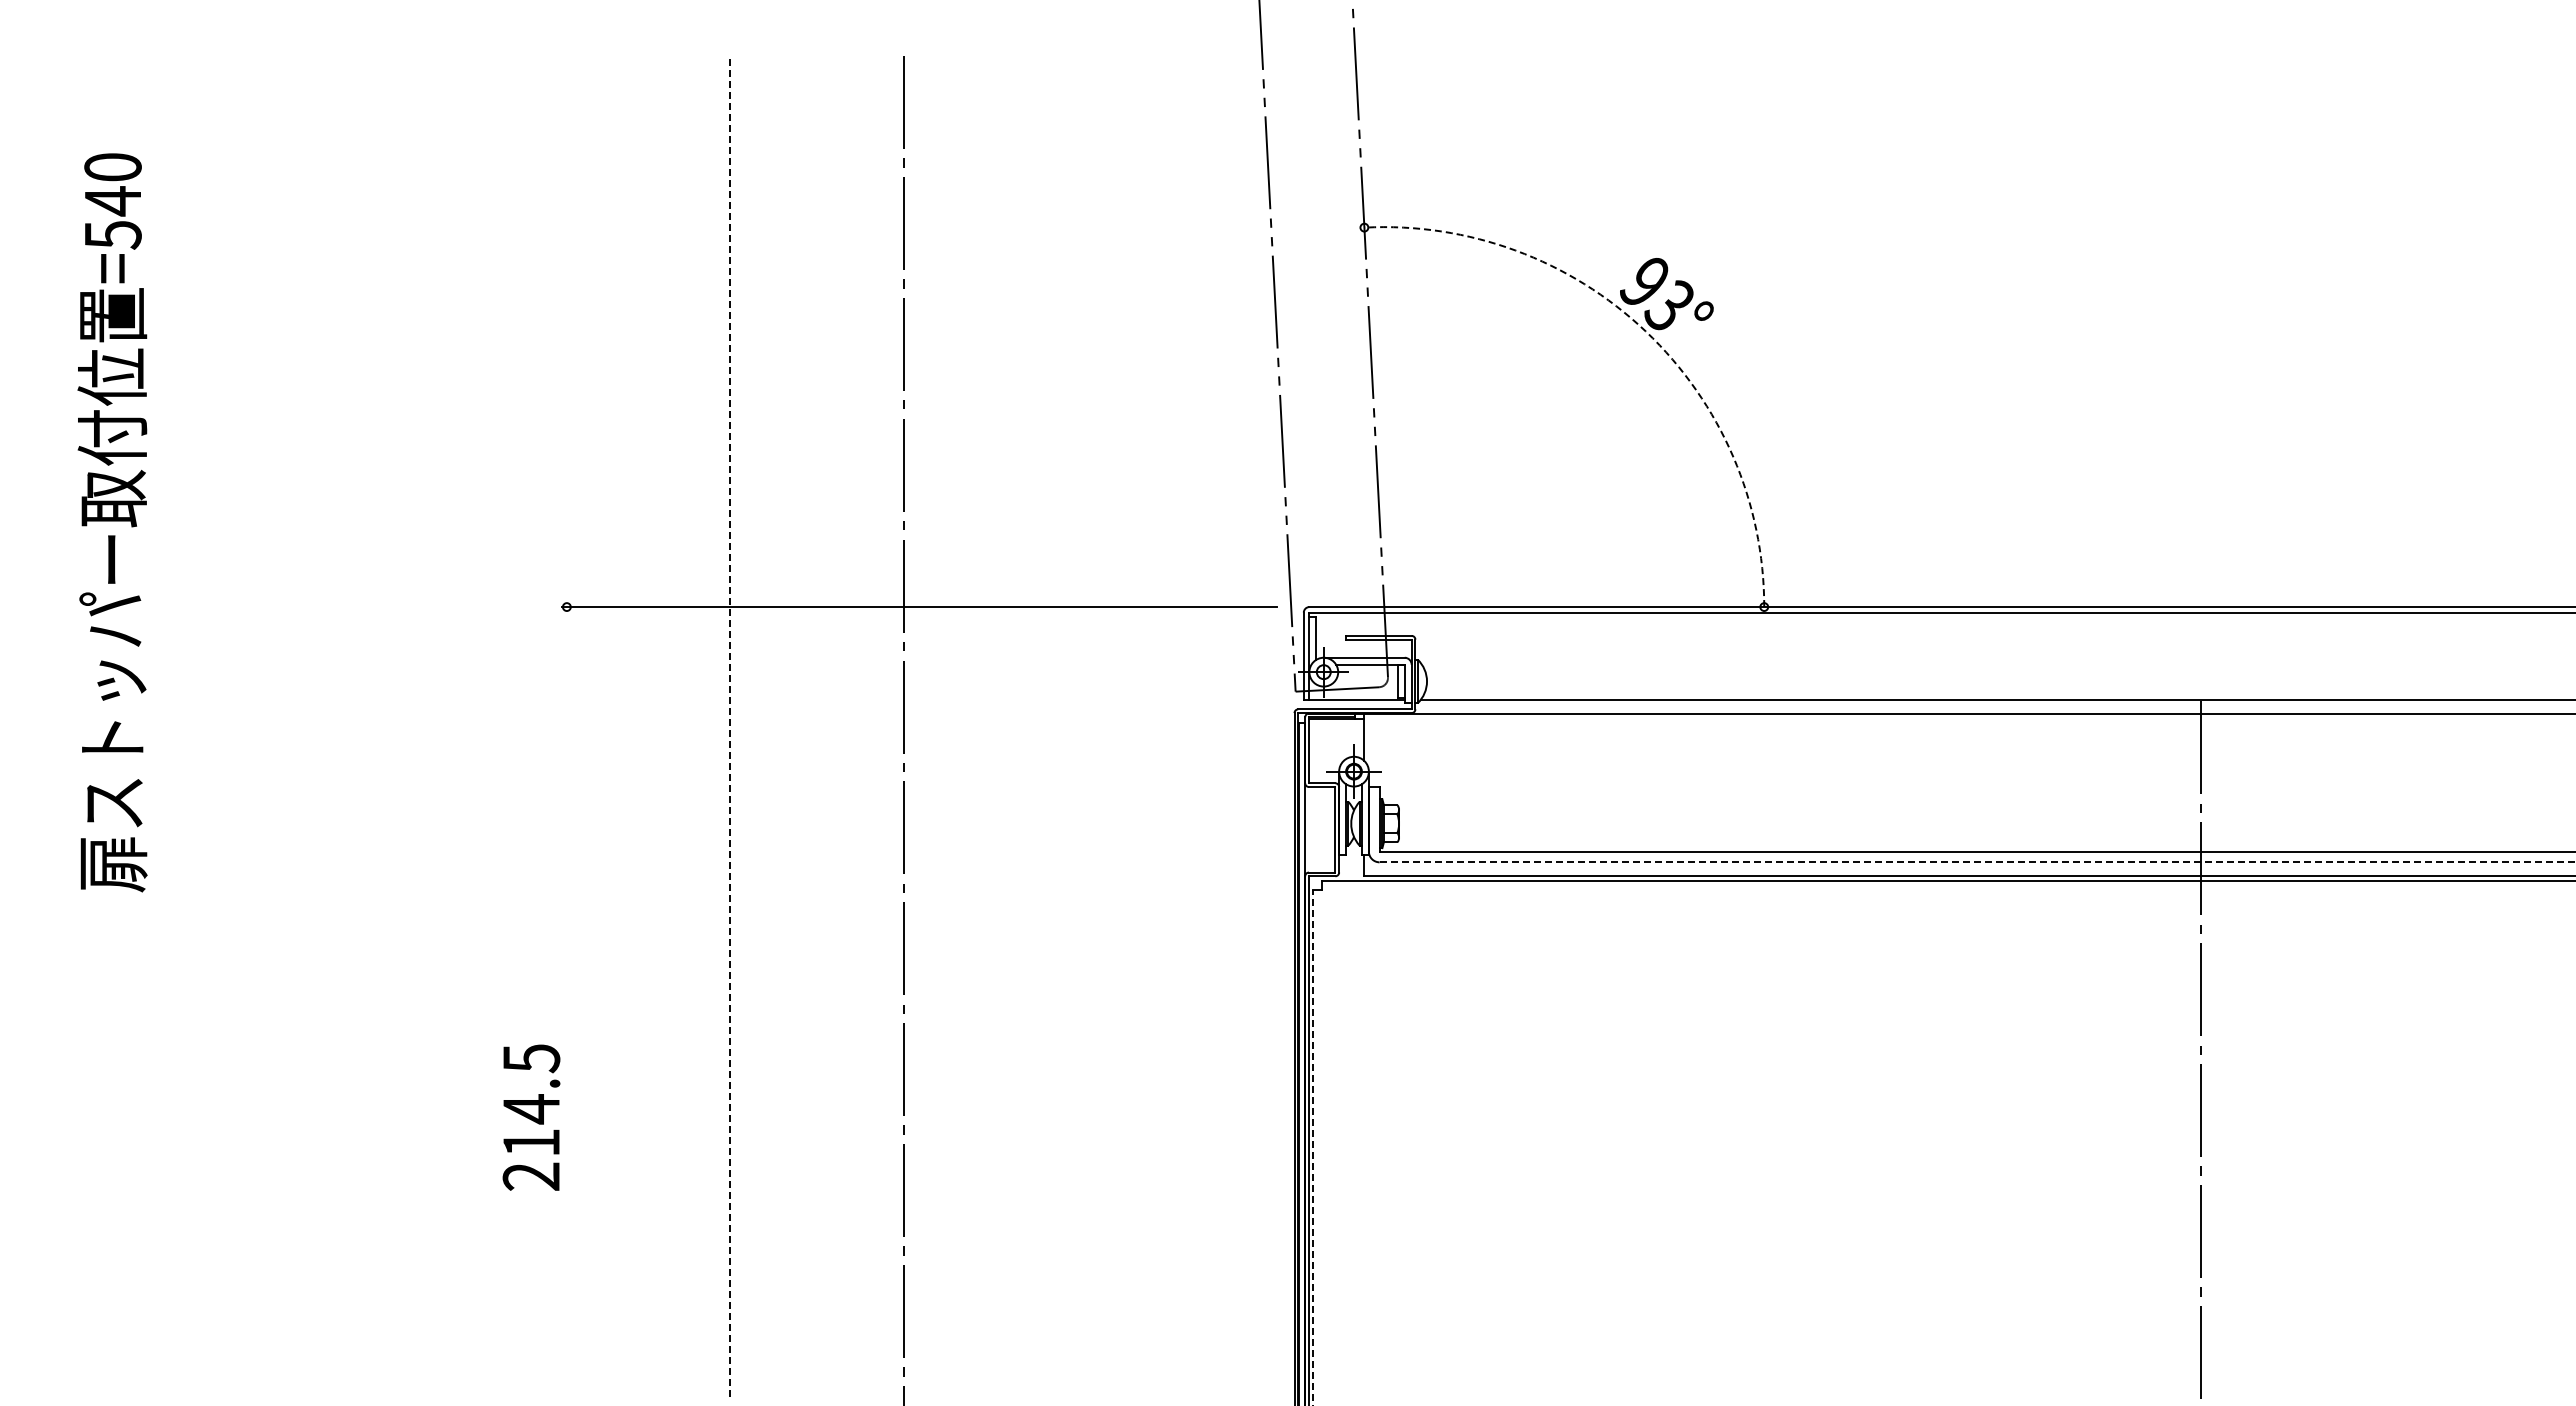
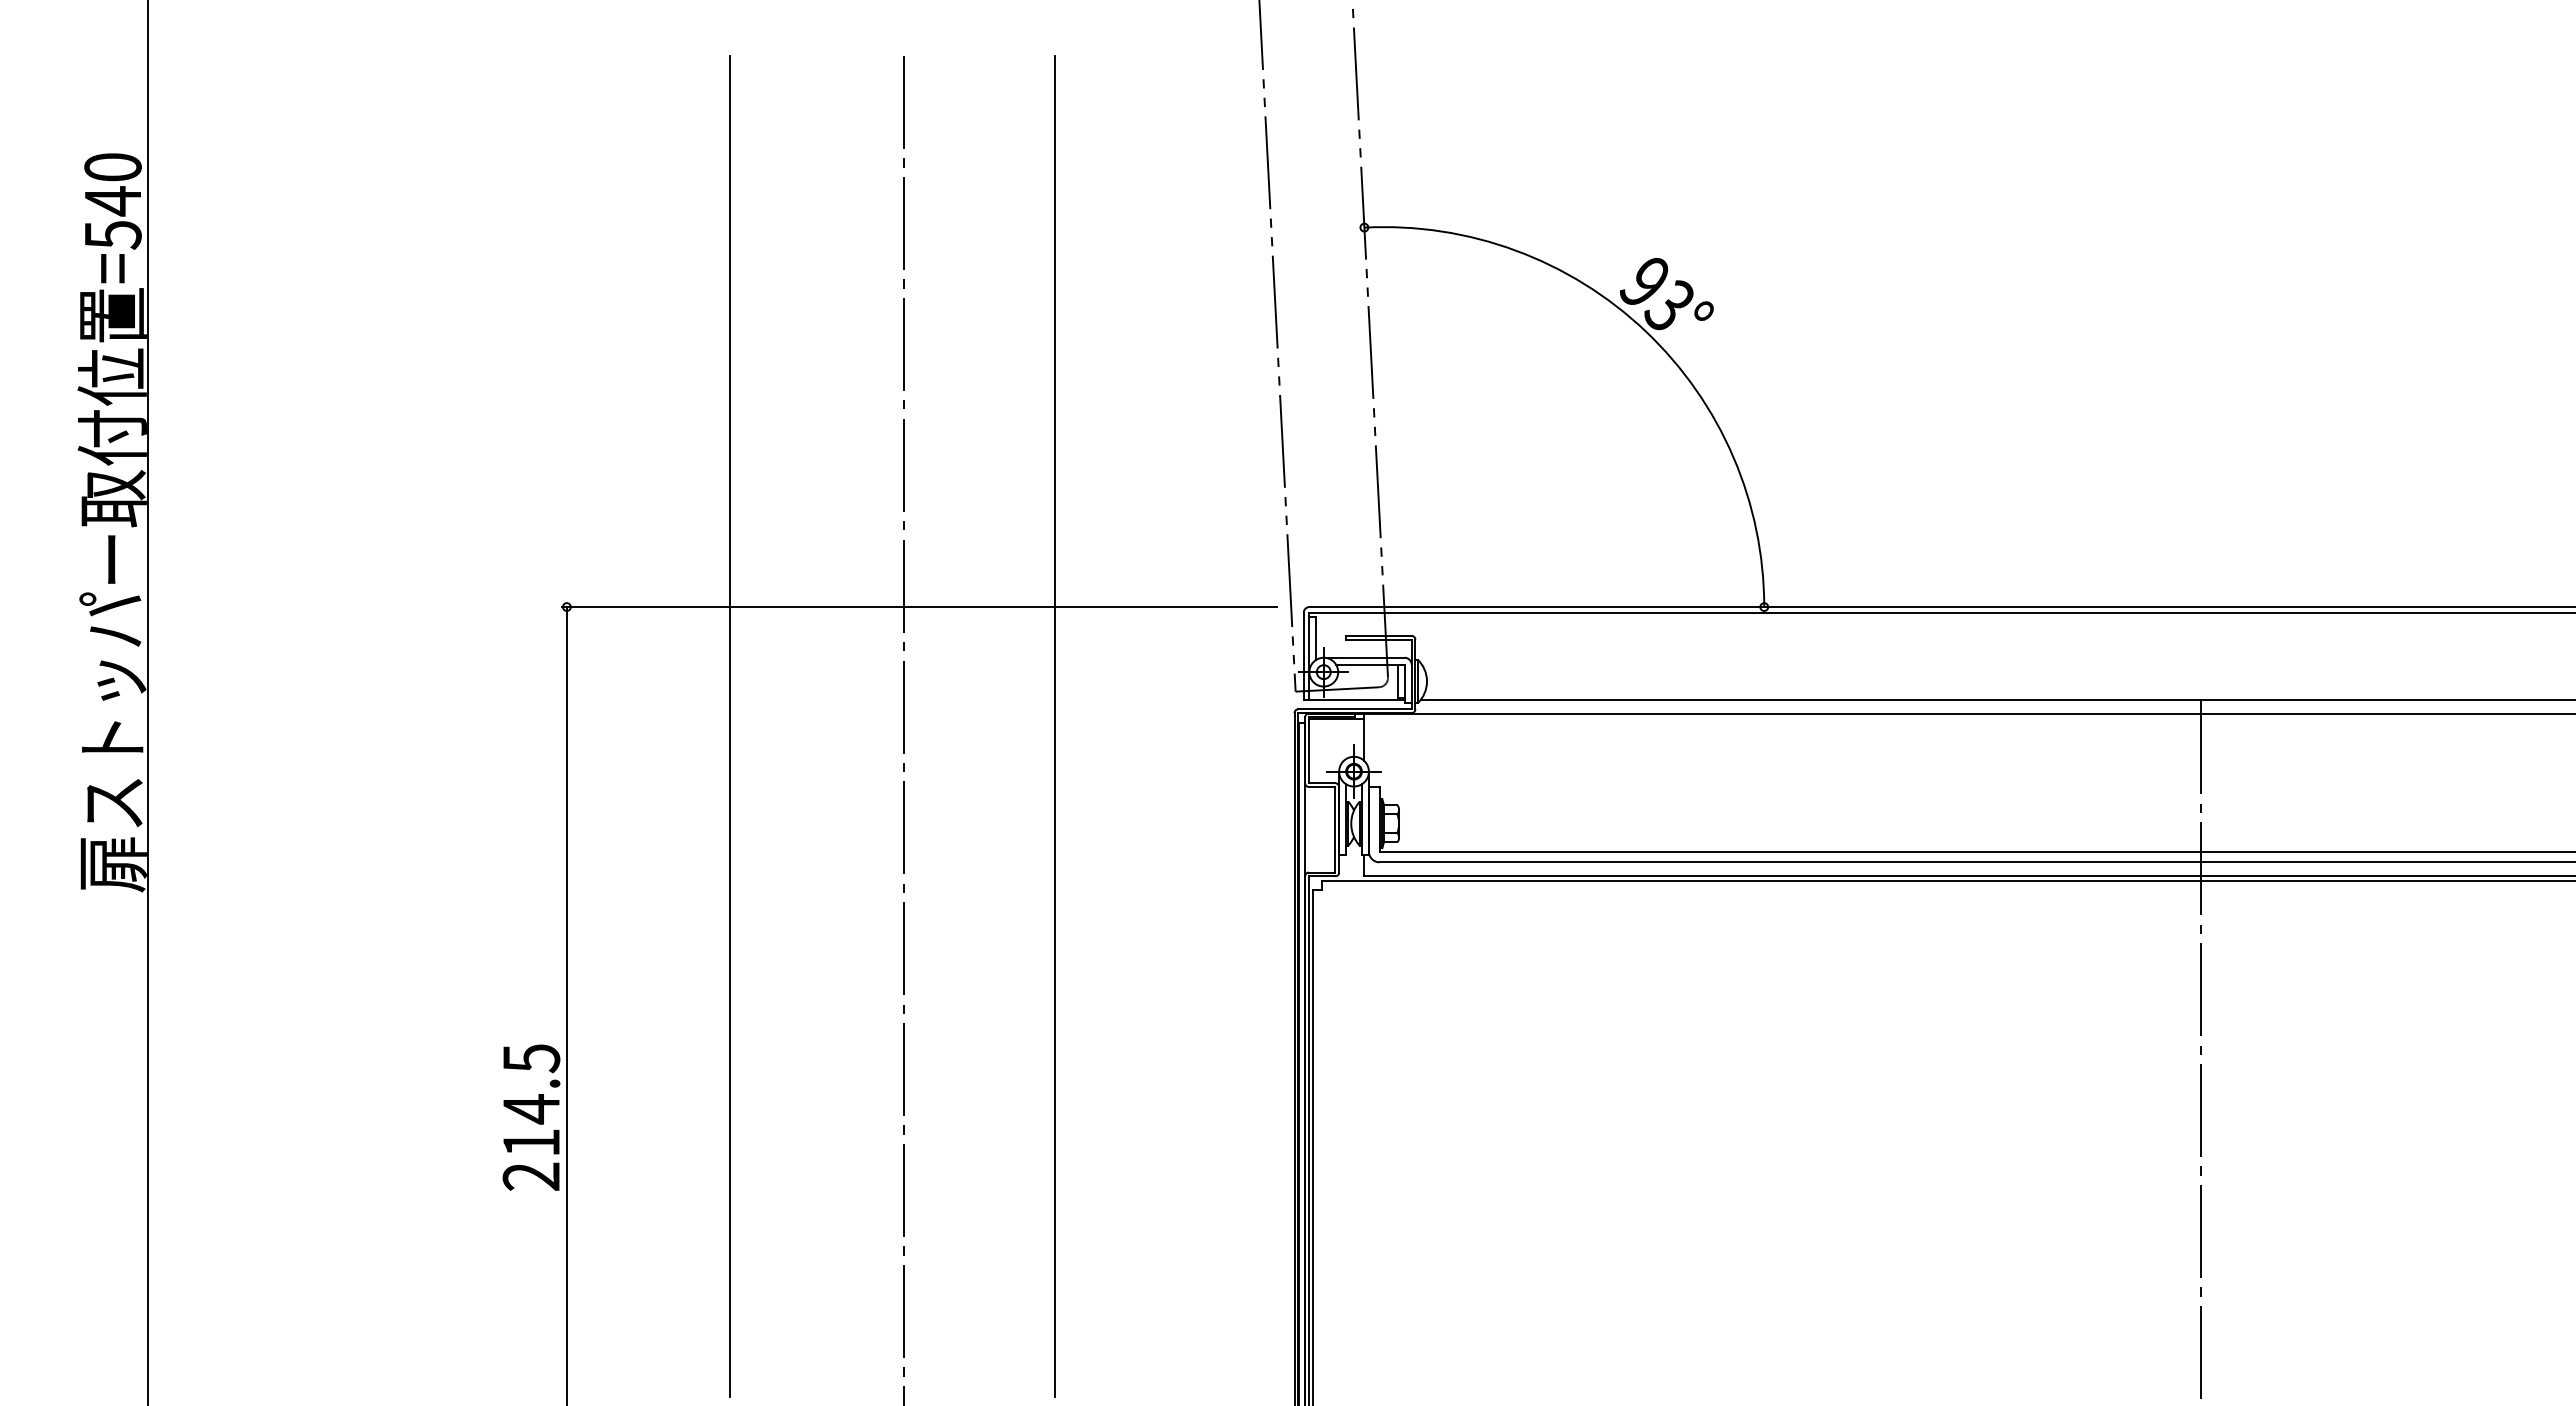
arc at (1645, 331): dashed -> solid
line at (148, 702): none -> present
line at (729, 725): dashed -> solid
line at (1055, 726): none -> present
line at (1978, 862): dashed -> solid
line at (566, 1004): none -> present
line at (1313, 1148): dashed -> solid
